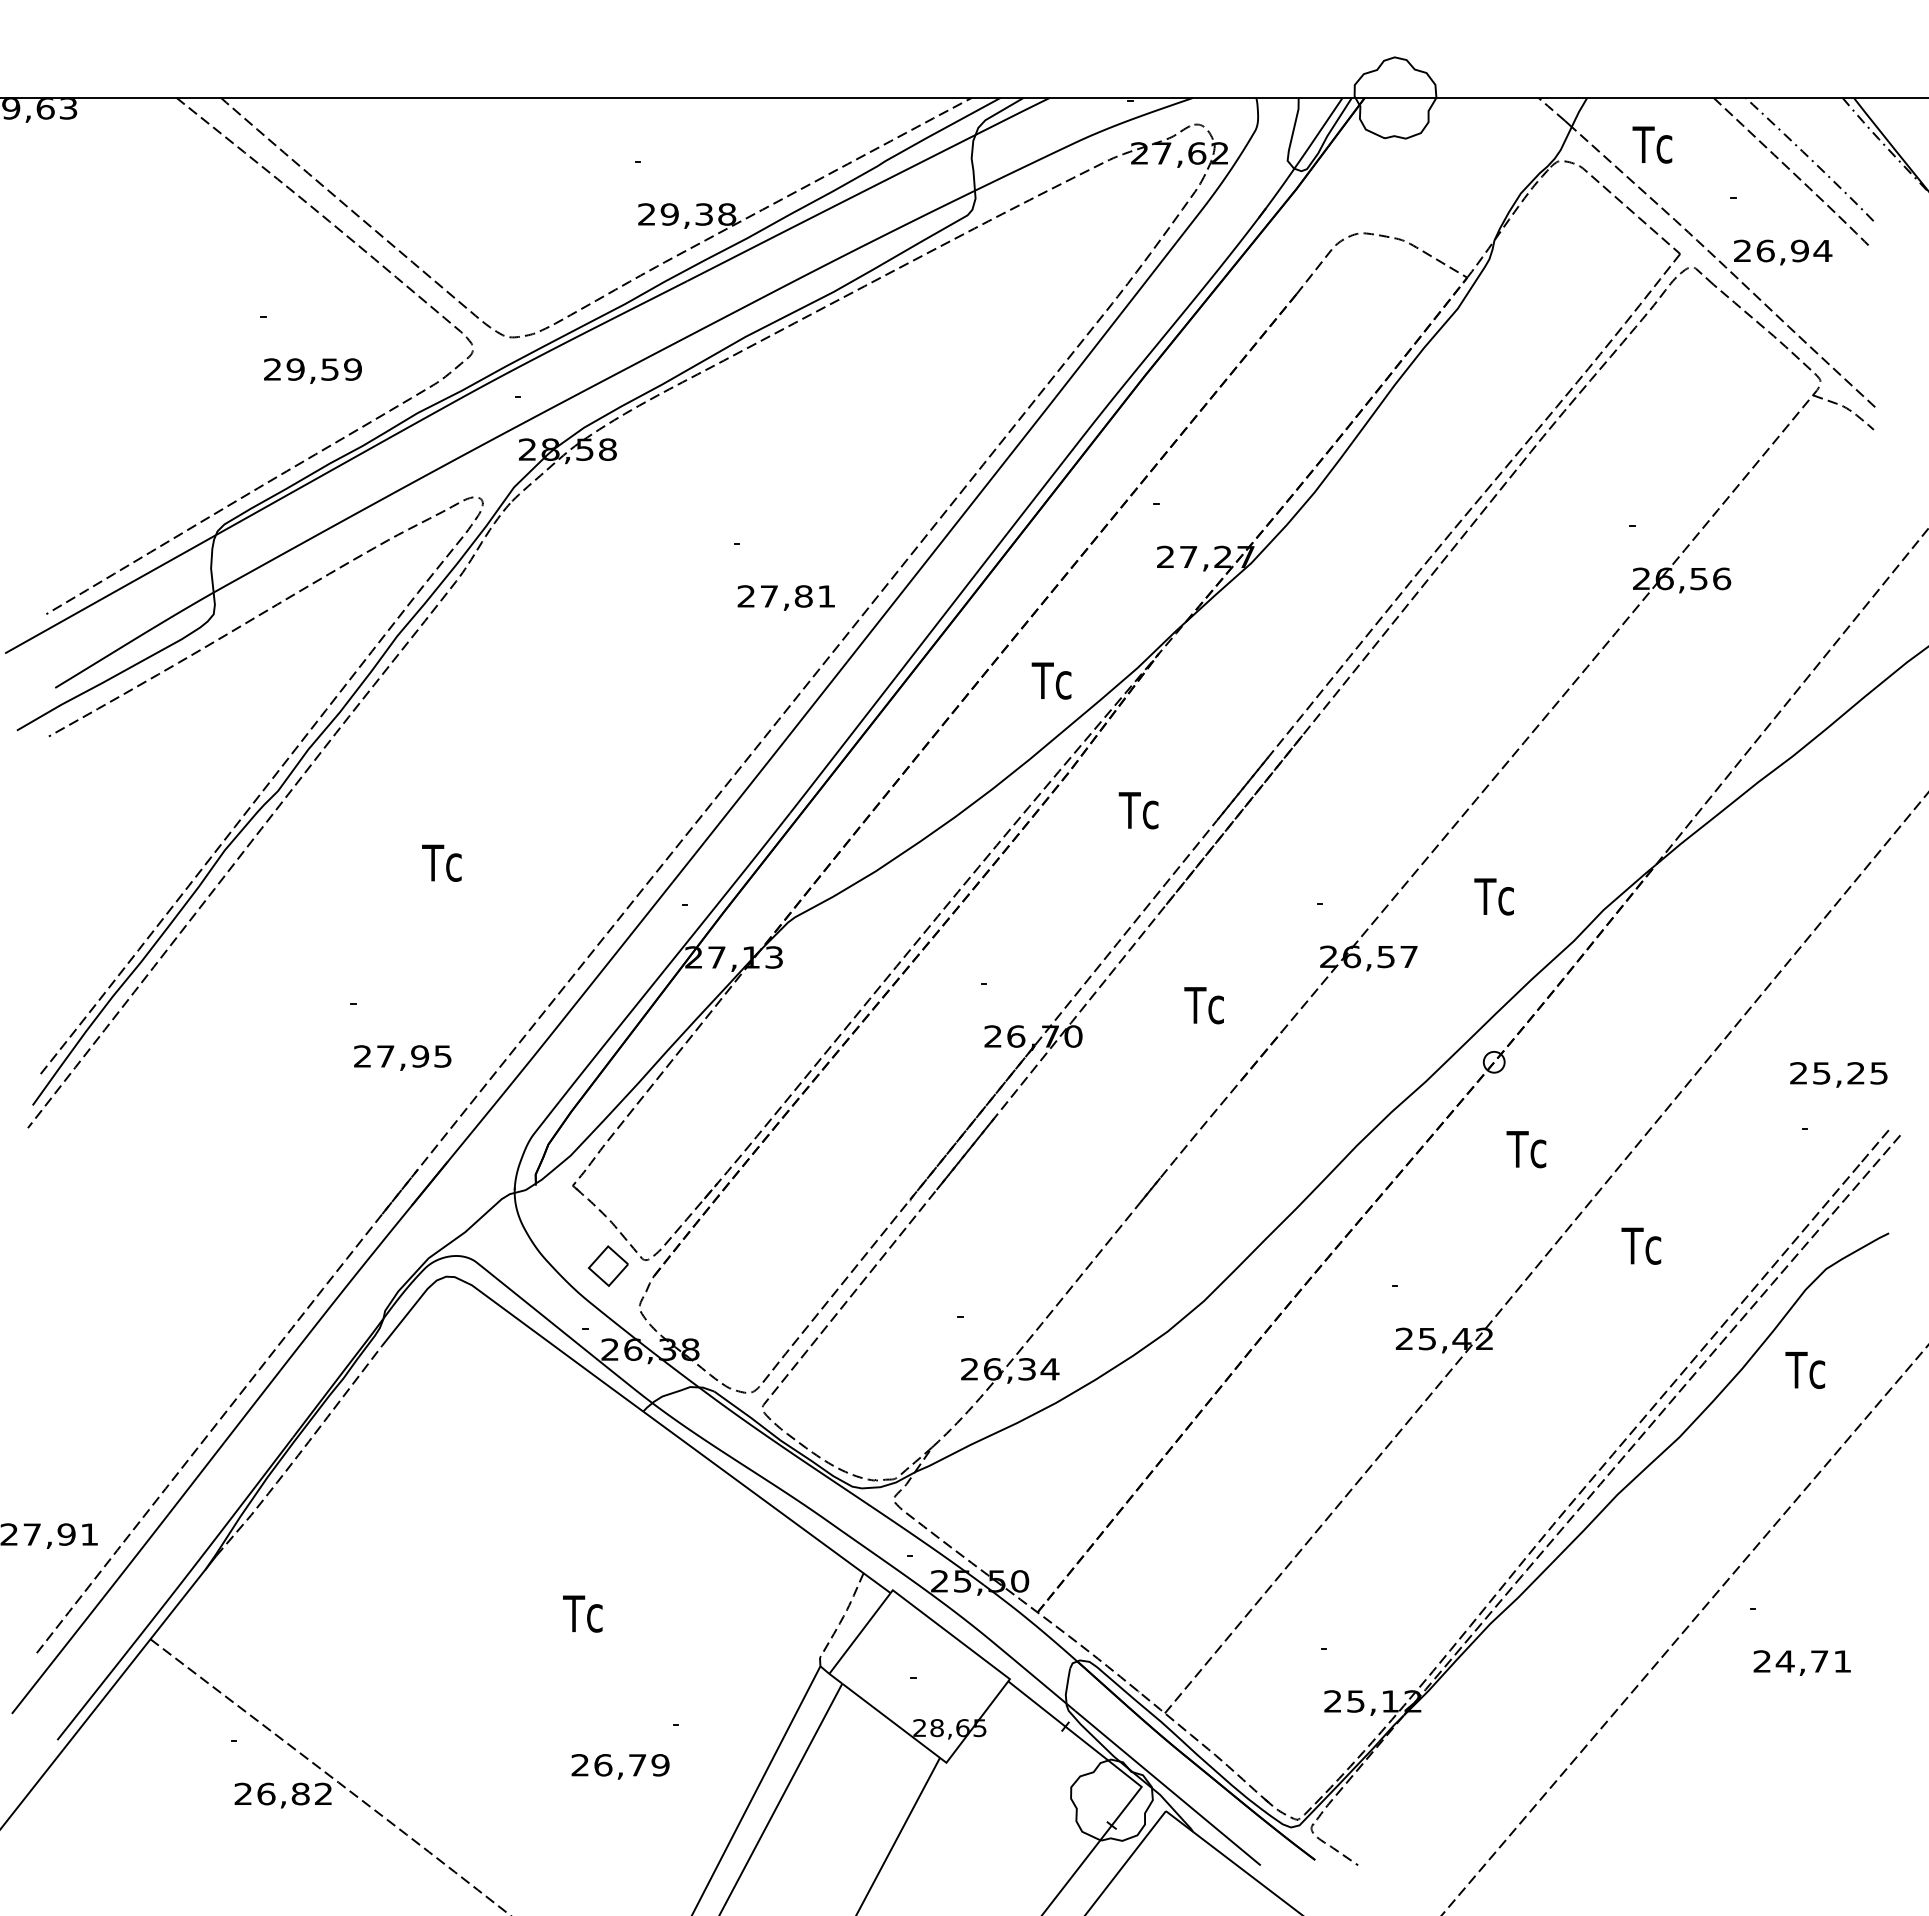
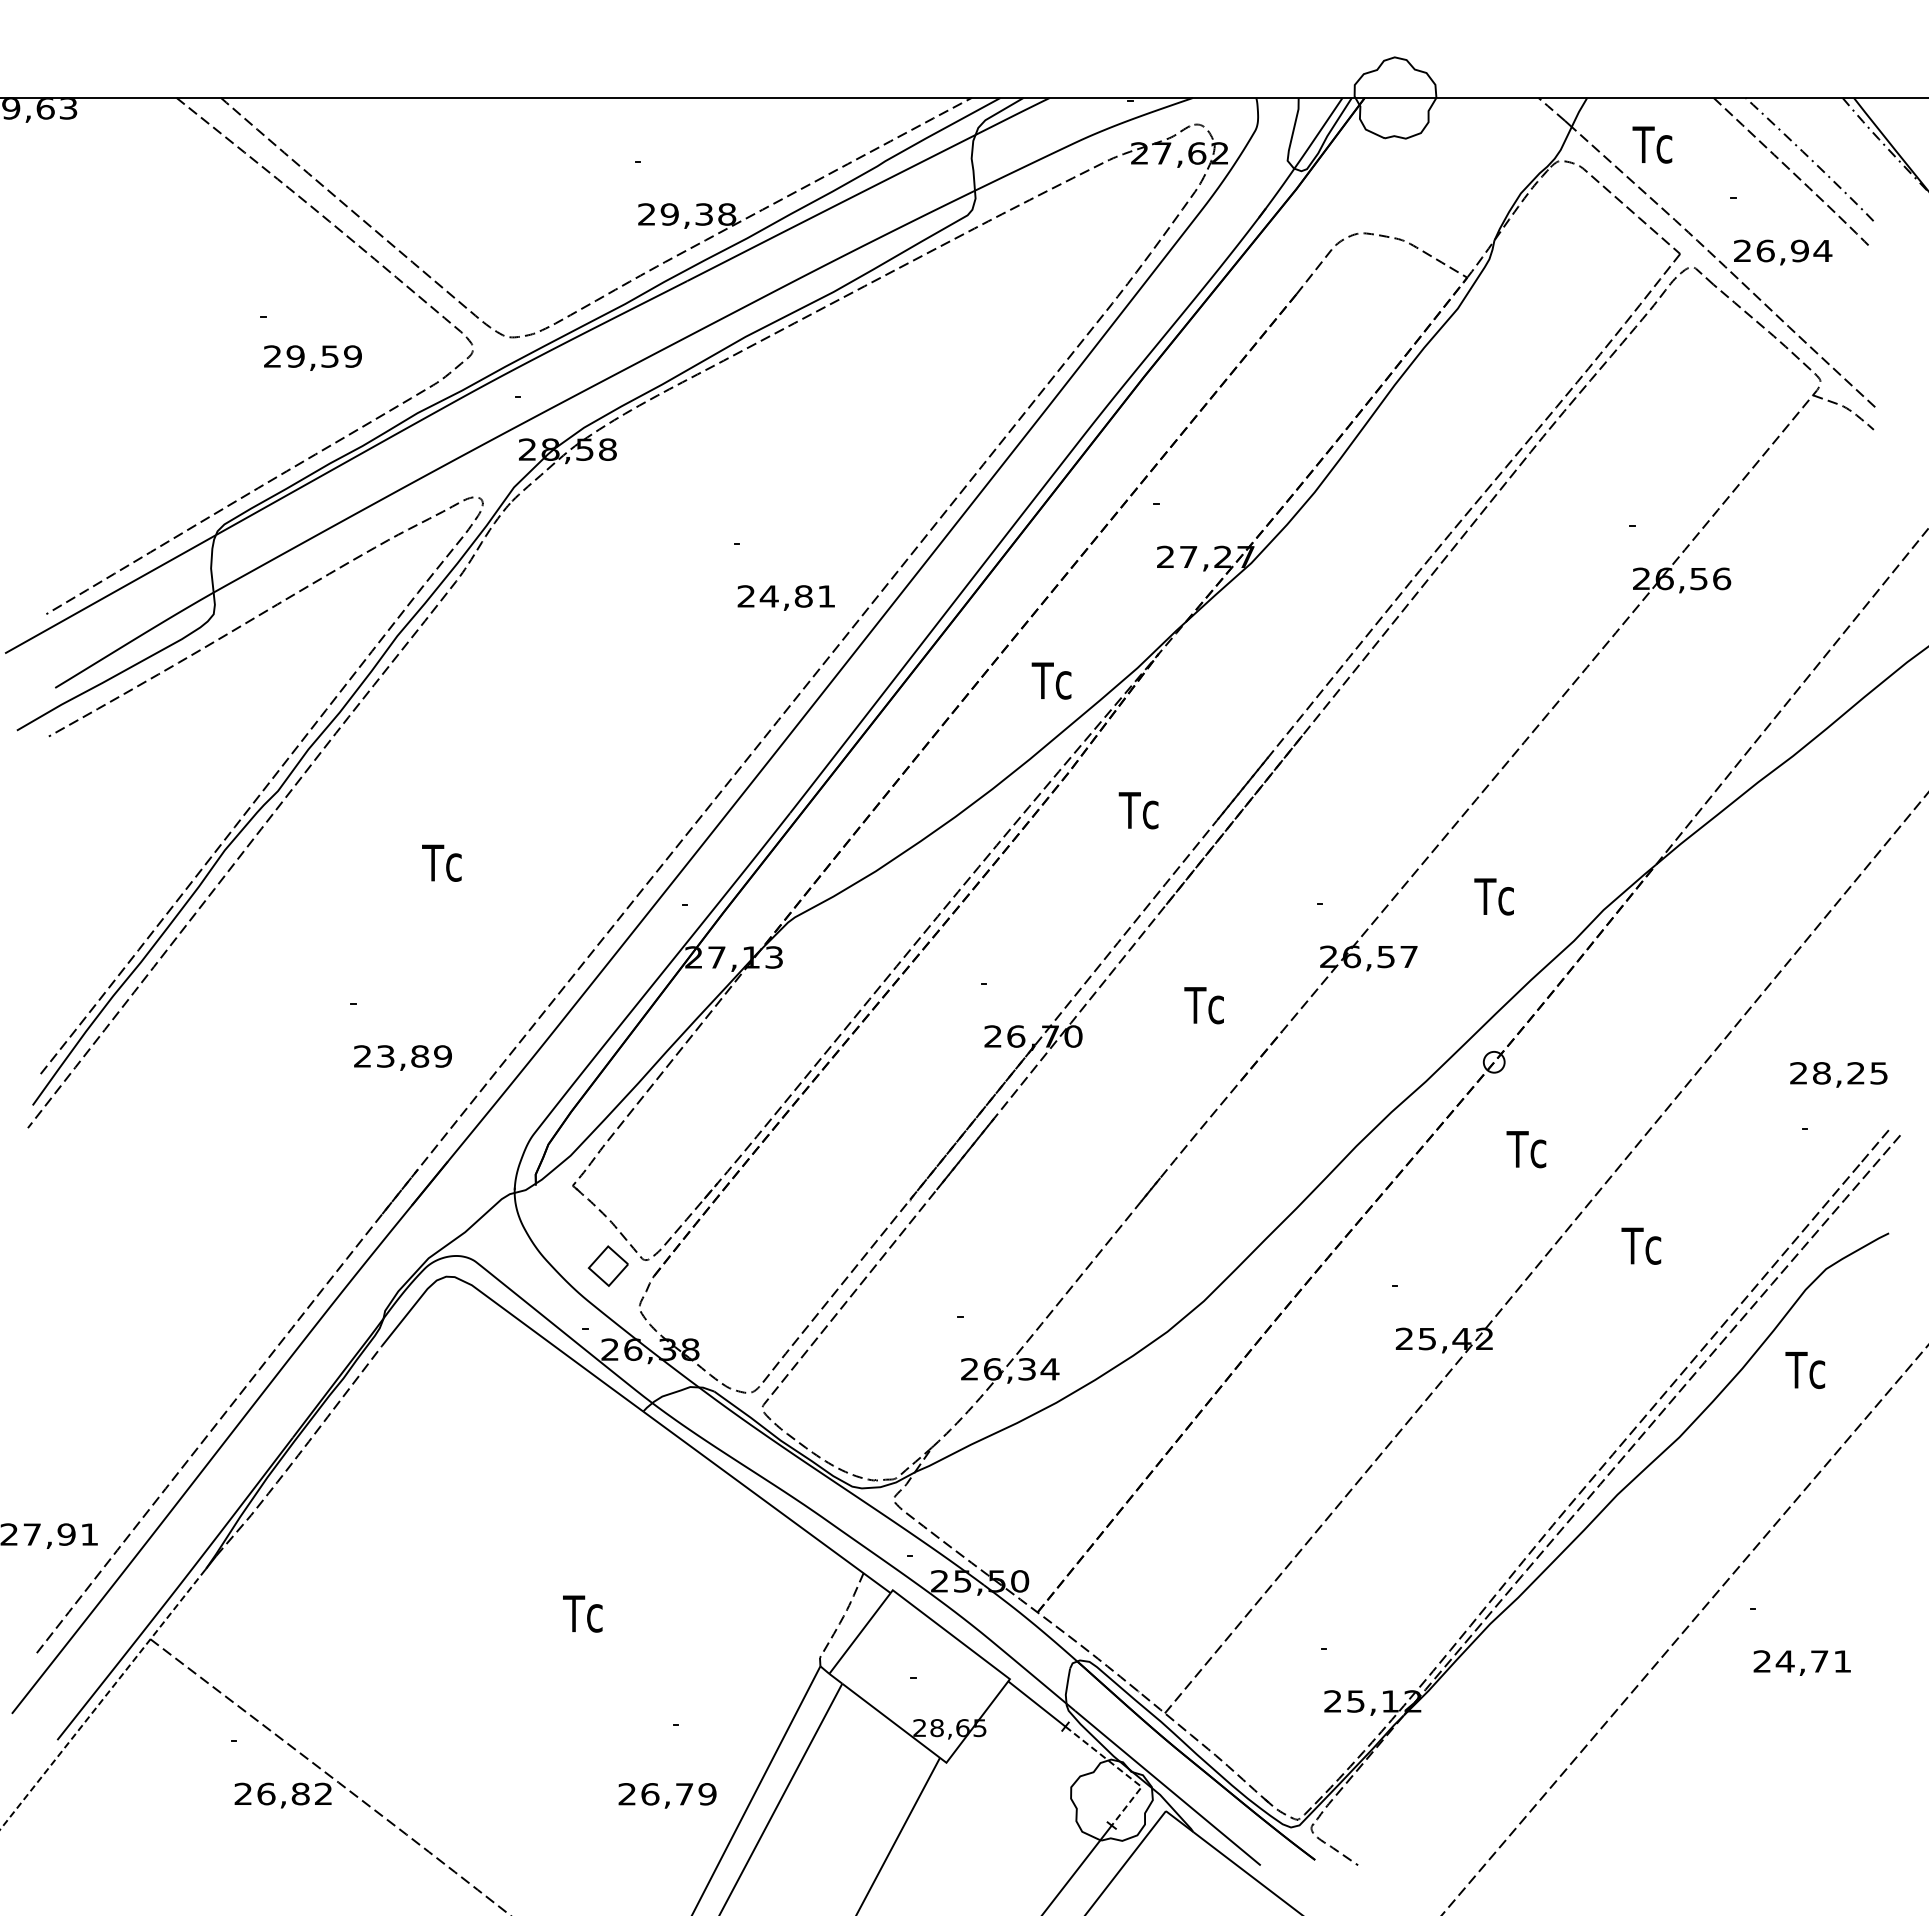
text at (312, 370) position: (312, 370) -> (312, 357)
text at (768, 596): 27,81 -> 24,81
text at (414, 1056): 27,95 -> 23,89
text at (1821, 1073): 25,25 -> 28,25
line at (103, 1699): solid -> dashed
text at (620, 1766) position: (620, 1766) -> (667, 1795)
line at (1123, 1772): solid -> dashed
